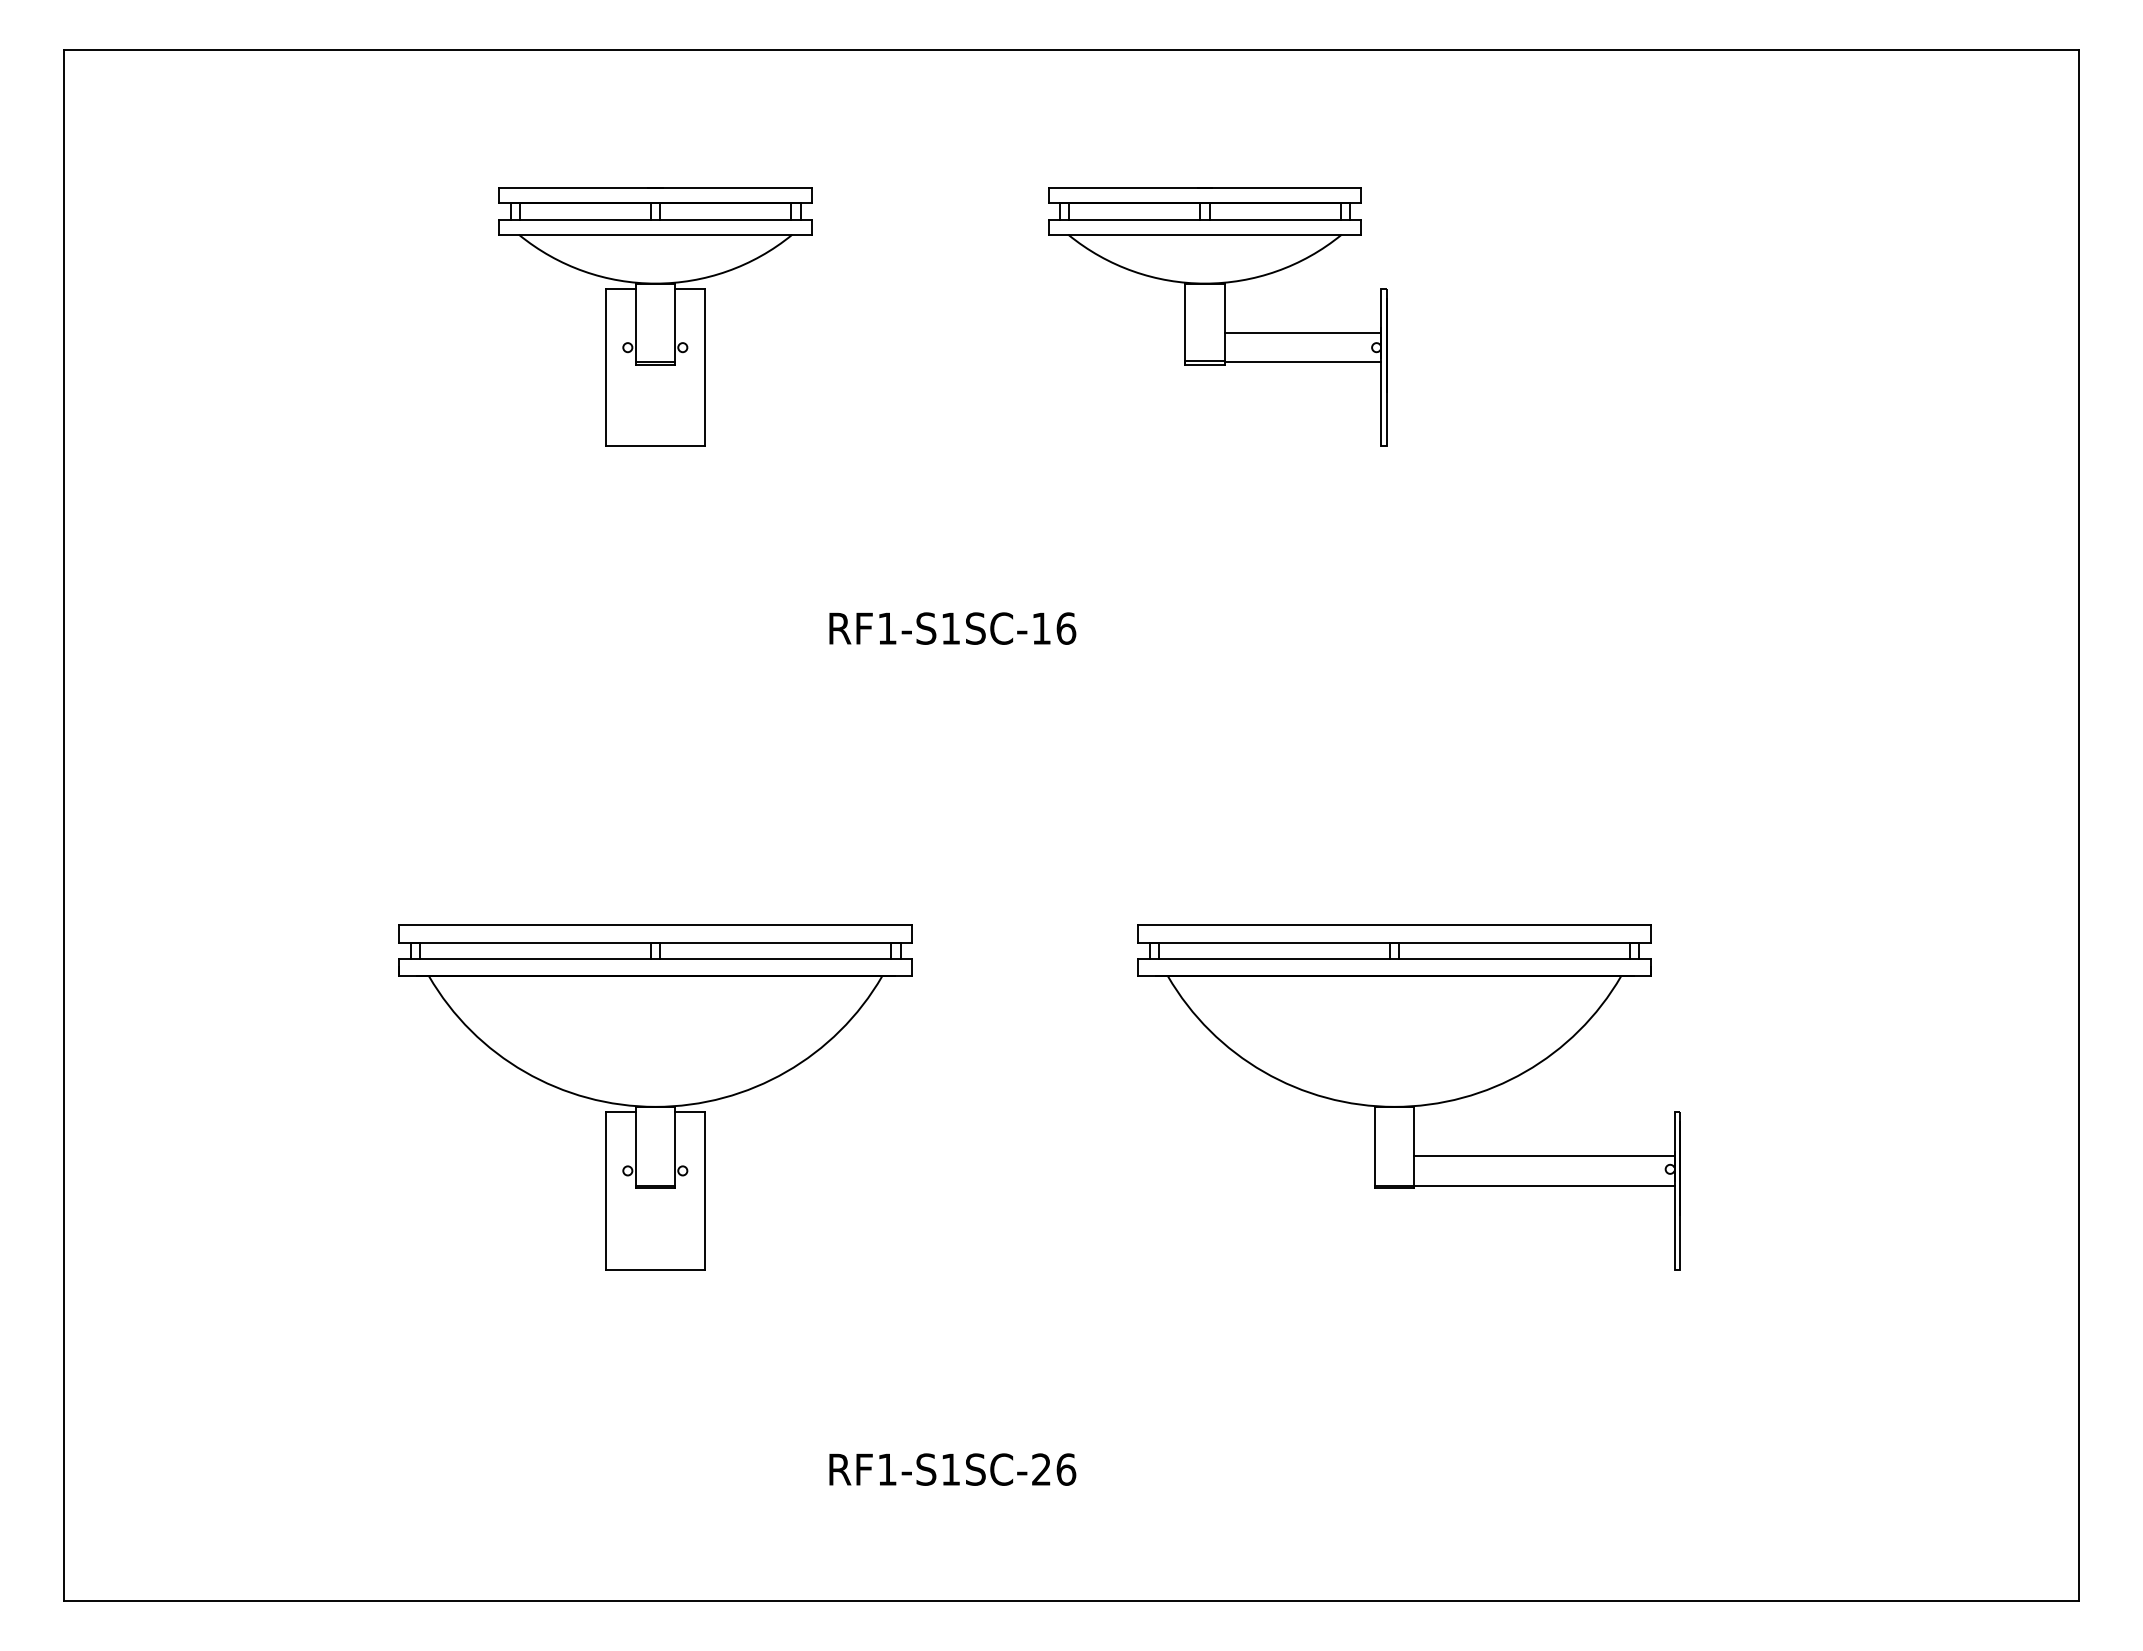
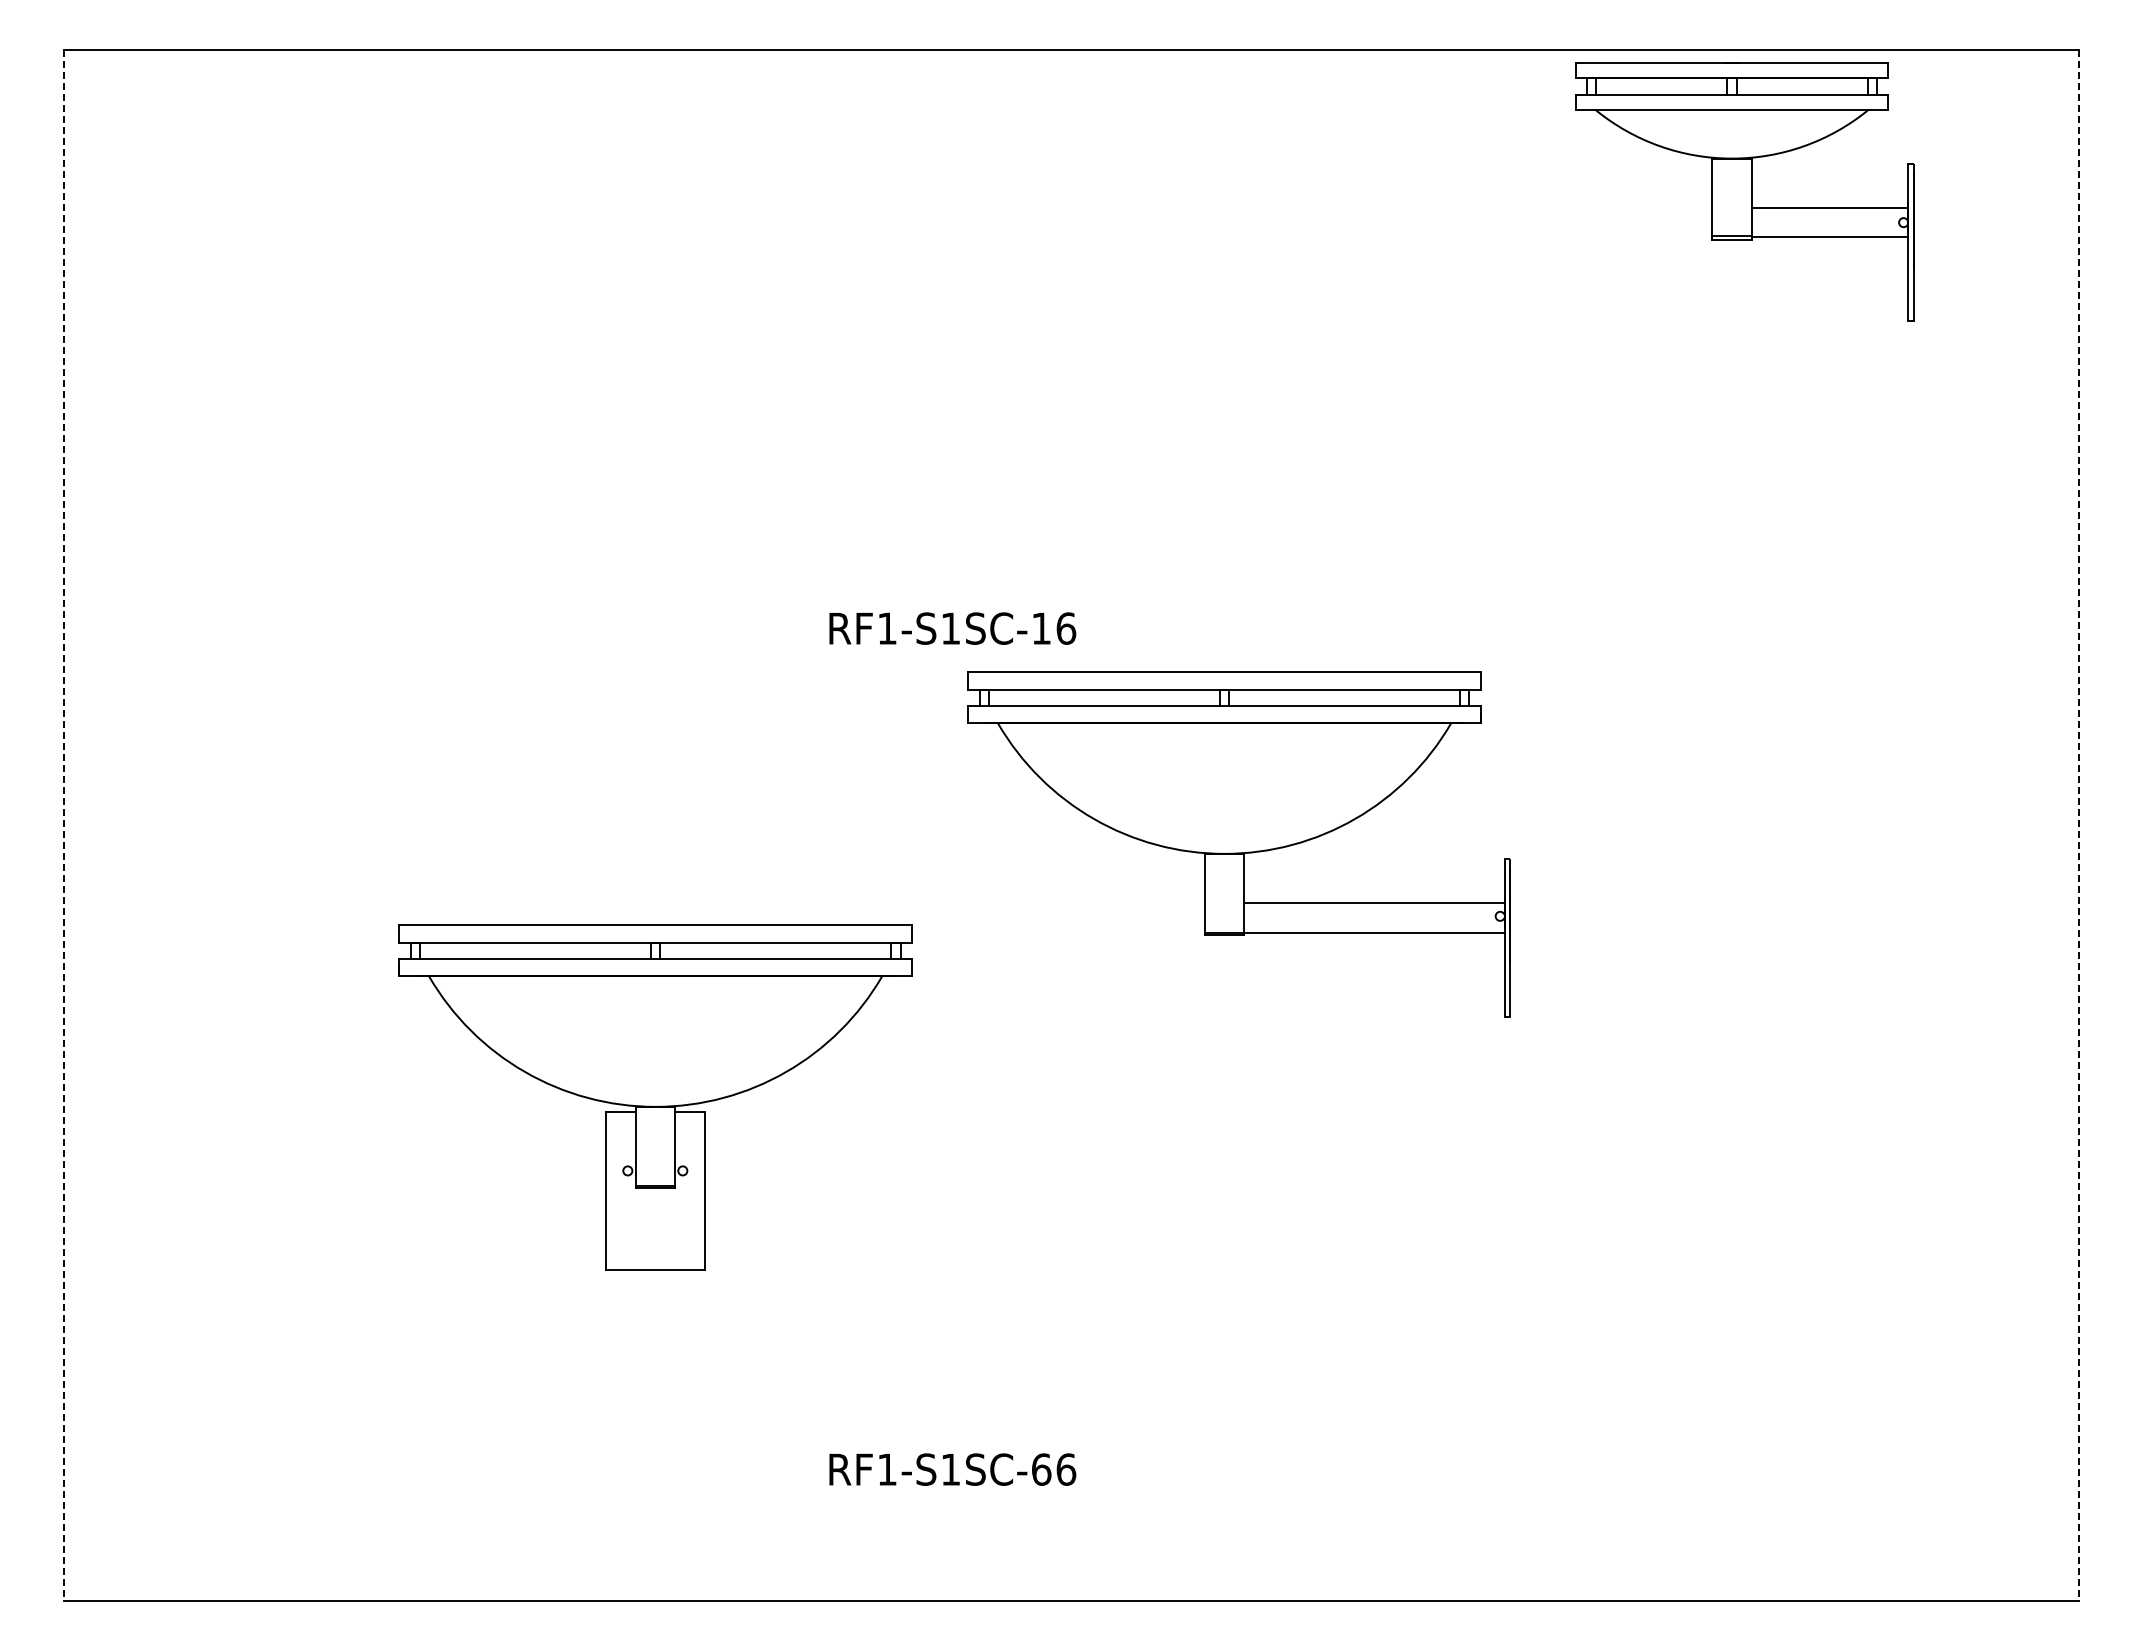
part at (655, 316): present -> none
part at (1217, 316) position: (1217, 316) -> (1744, 191)
line at (64, 825): solid -> dashed
line at (2078, 825): solid -> dashed
part at (1408, 1097) position: (1408, 1097) -> (1238, 844)
text at (1041, 1469): RF1-S1SC-26 -> RF1-S1SC-66
